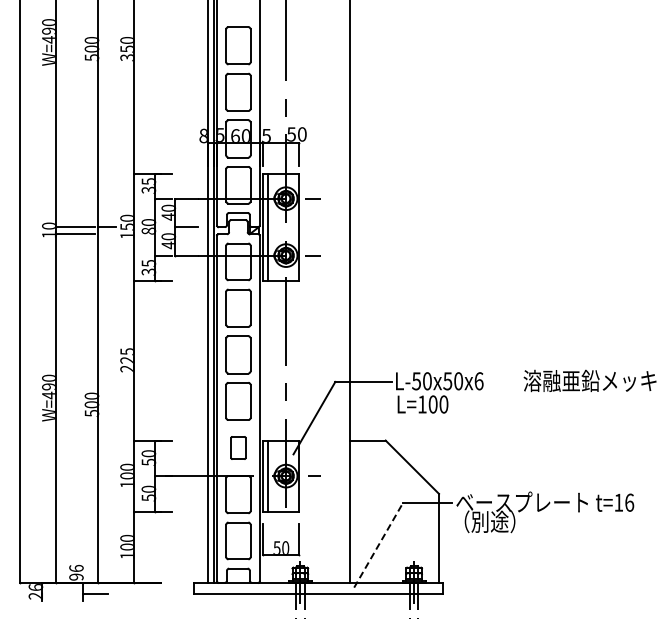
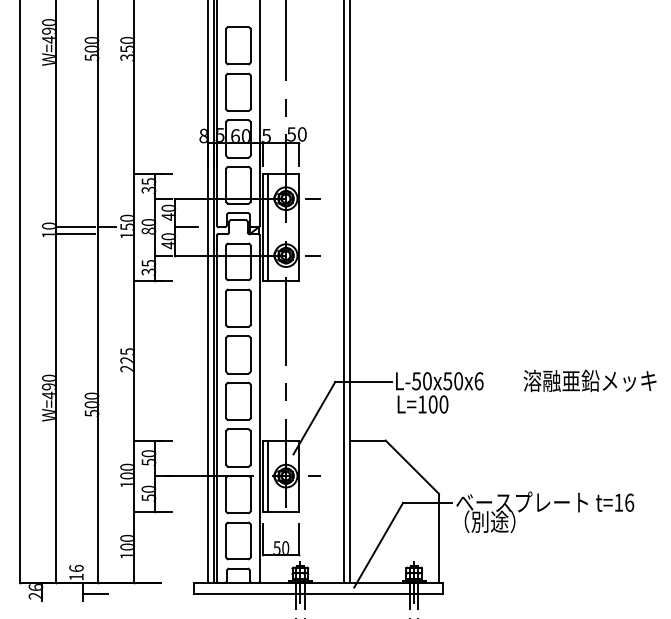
line at (344, 292): none -> present
part at (238, 447) size: 17x24 px -> 27x40 px
line at (378, 545): dashed -> solid
text at (76, 576): 96 -> 16
